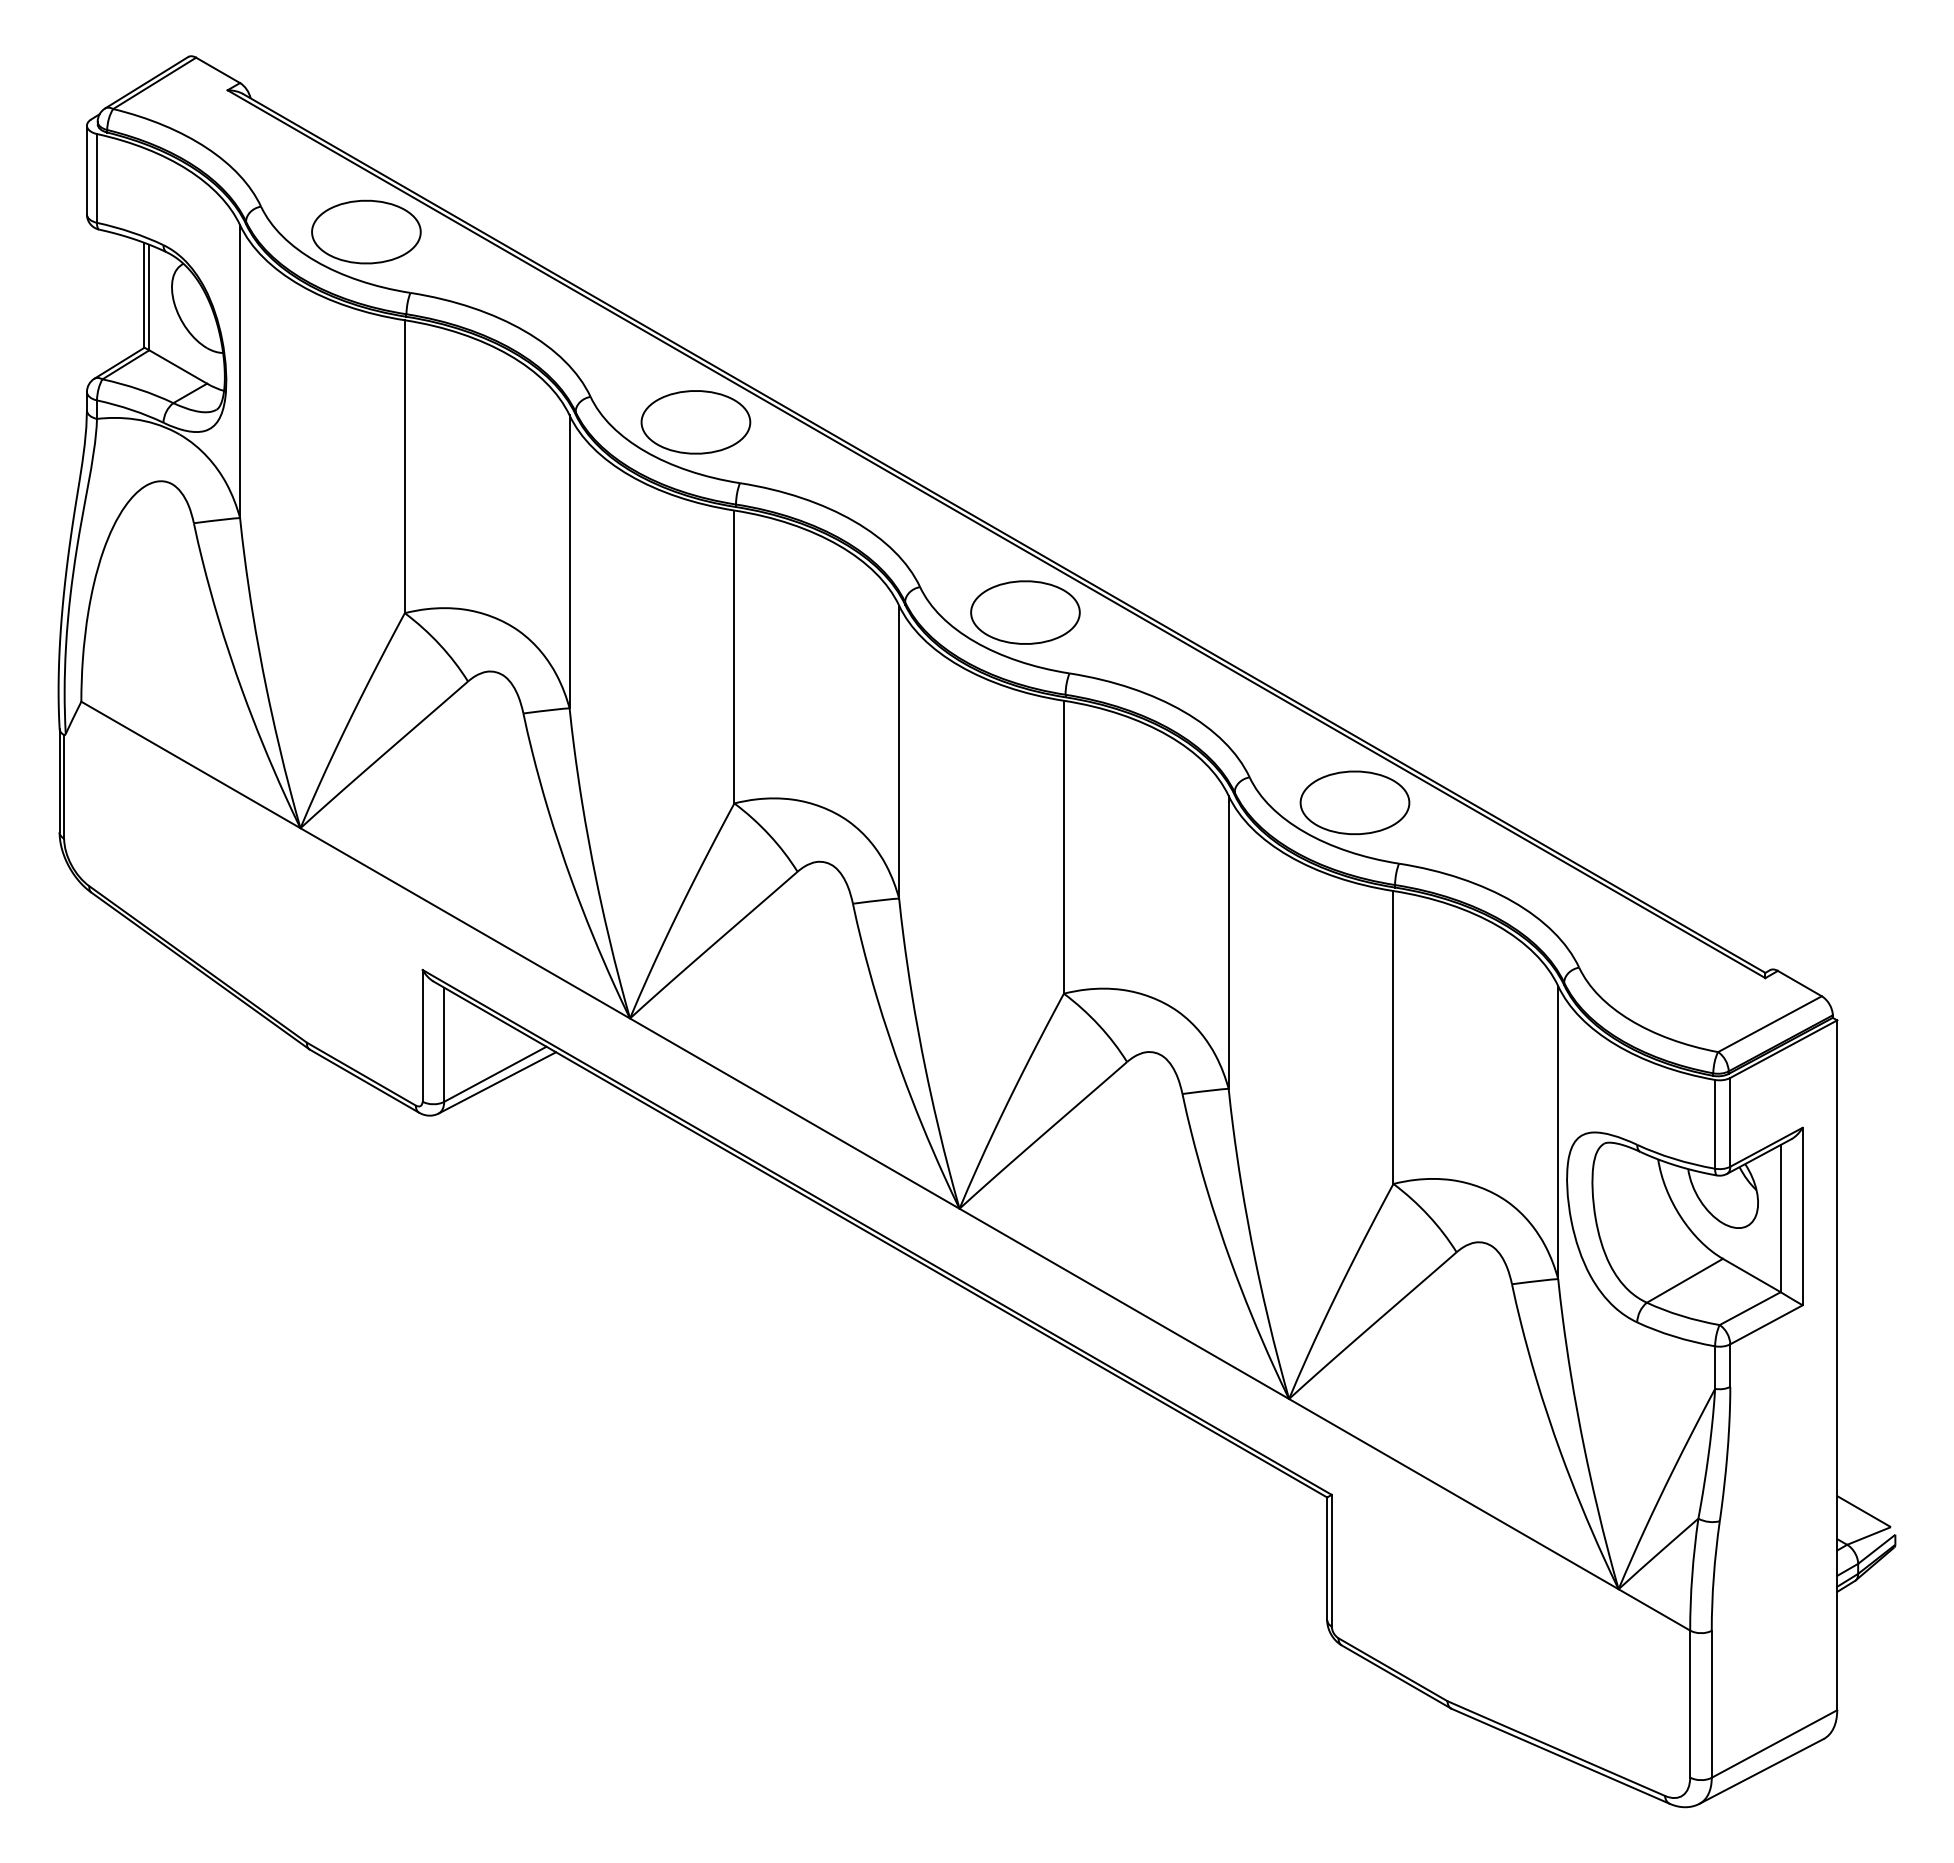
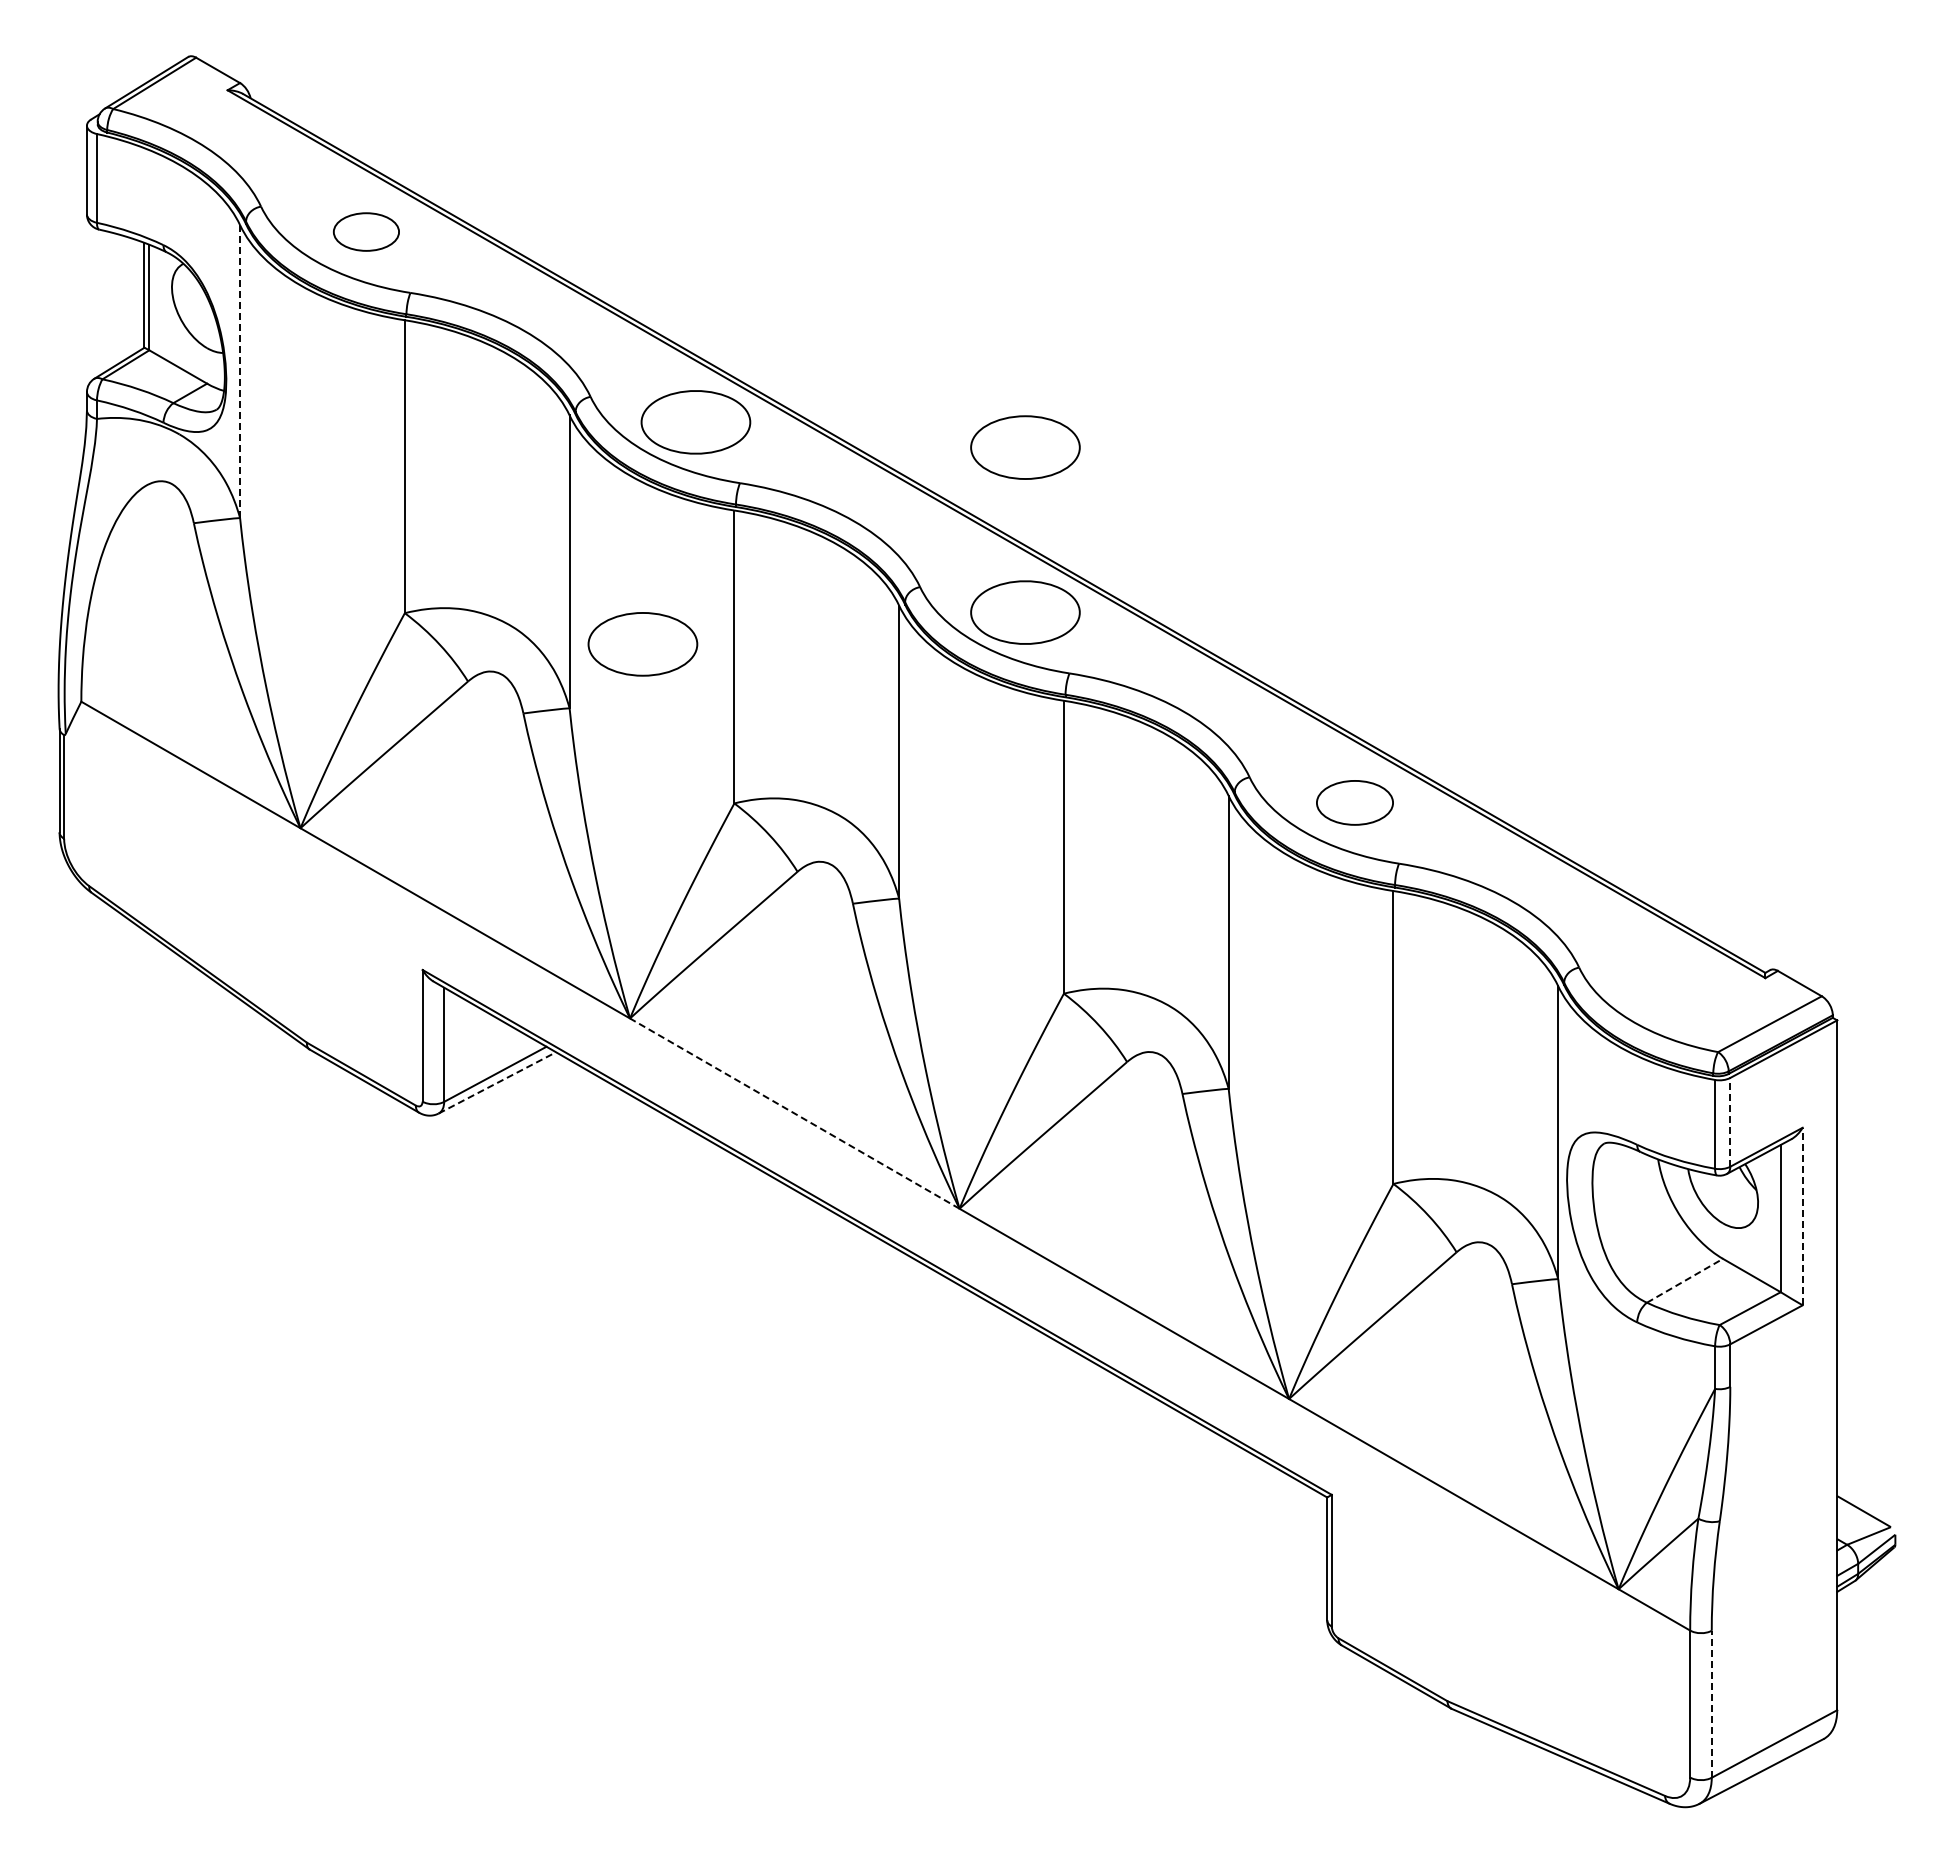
part at (366, 231) size: 111x66 px -> 67x40 px
line at (240, 372): solid -> dashed
part at (1025, 447): none -> present
part at (642, 644): none -> present
part at (1354, 802) size: 112x66 px -> 78x46 px
line at (497, 1082): solid -> dashed
line at (794, 1113): solid -> dashed
line at (1730, 1121): solid -> dashed
line at (1802, 1216): solid -> dashed
line at (1684, 1280): solid -> dashed
line at (1711, 1703): solid -> dashed
